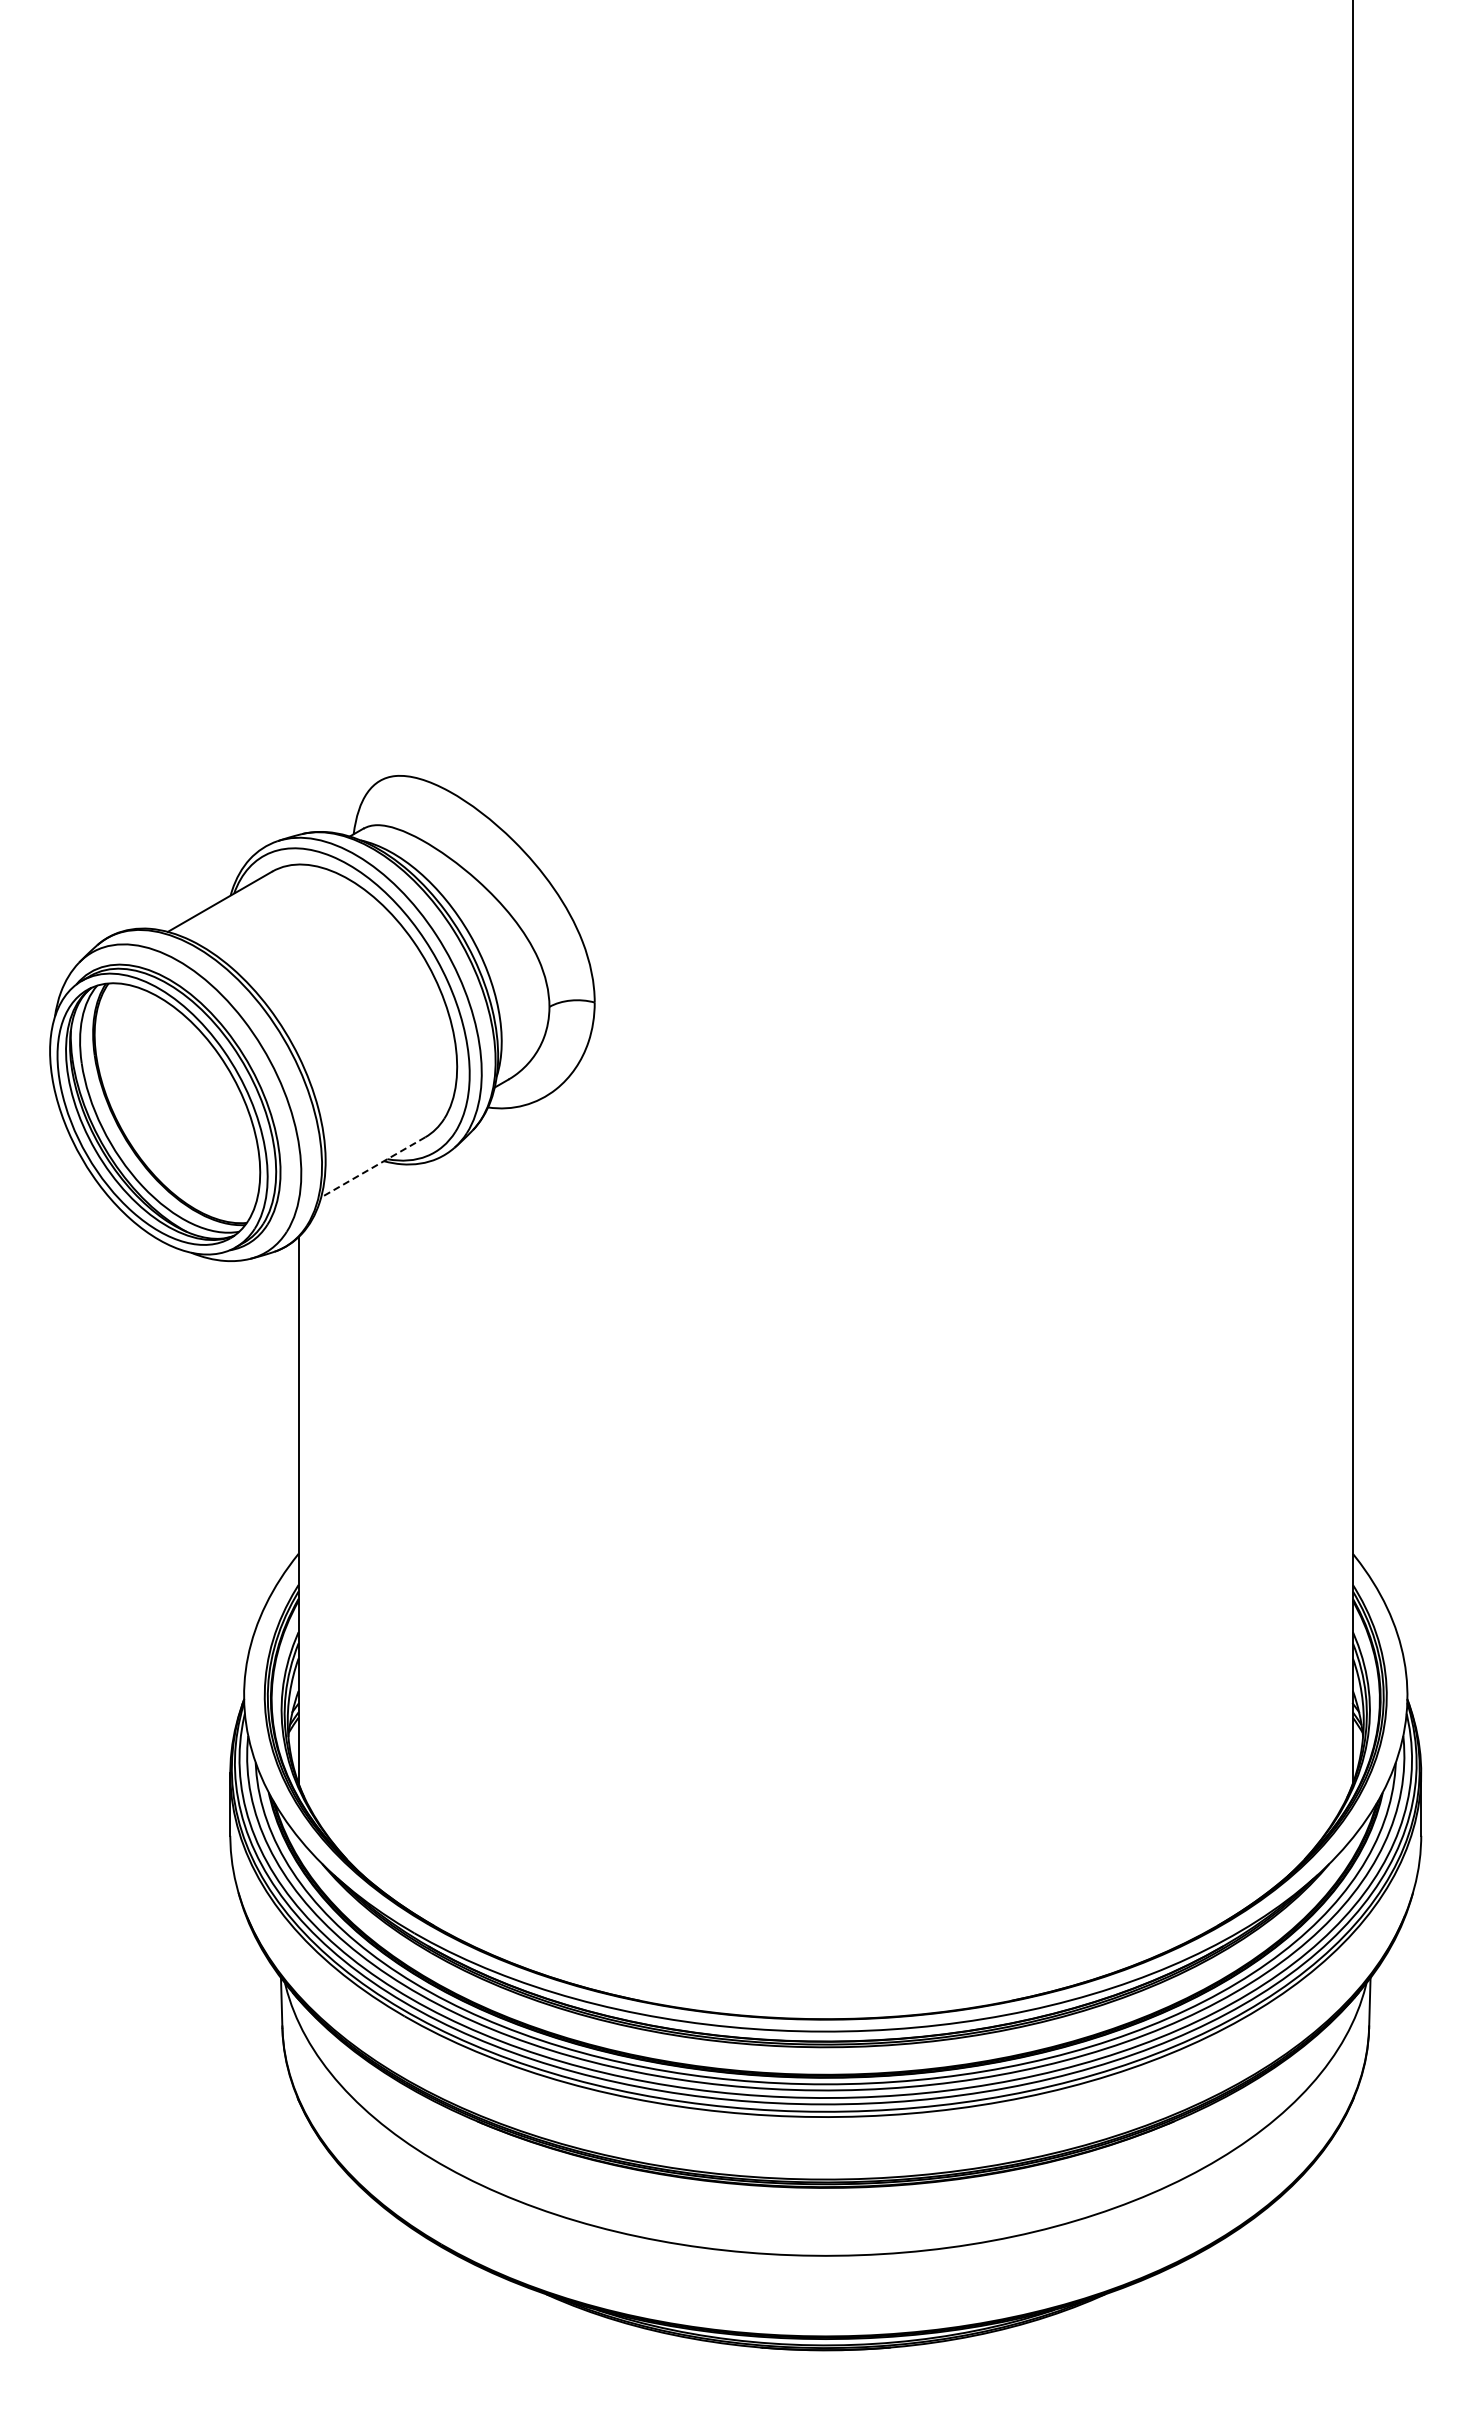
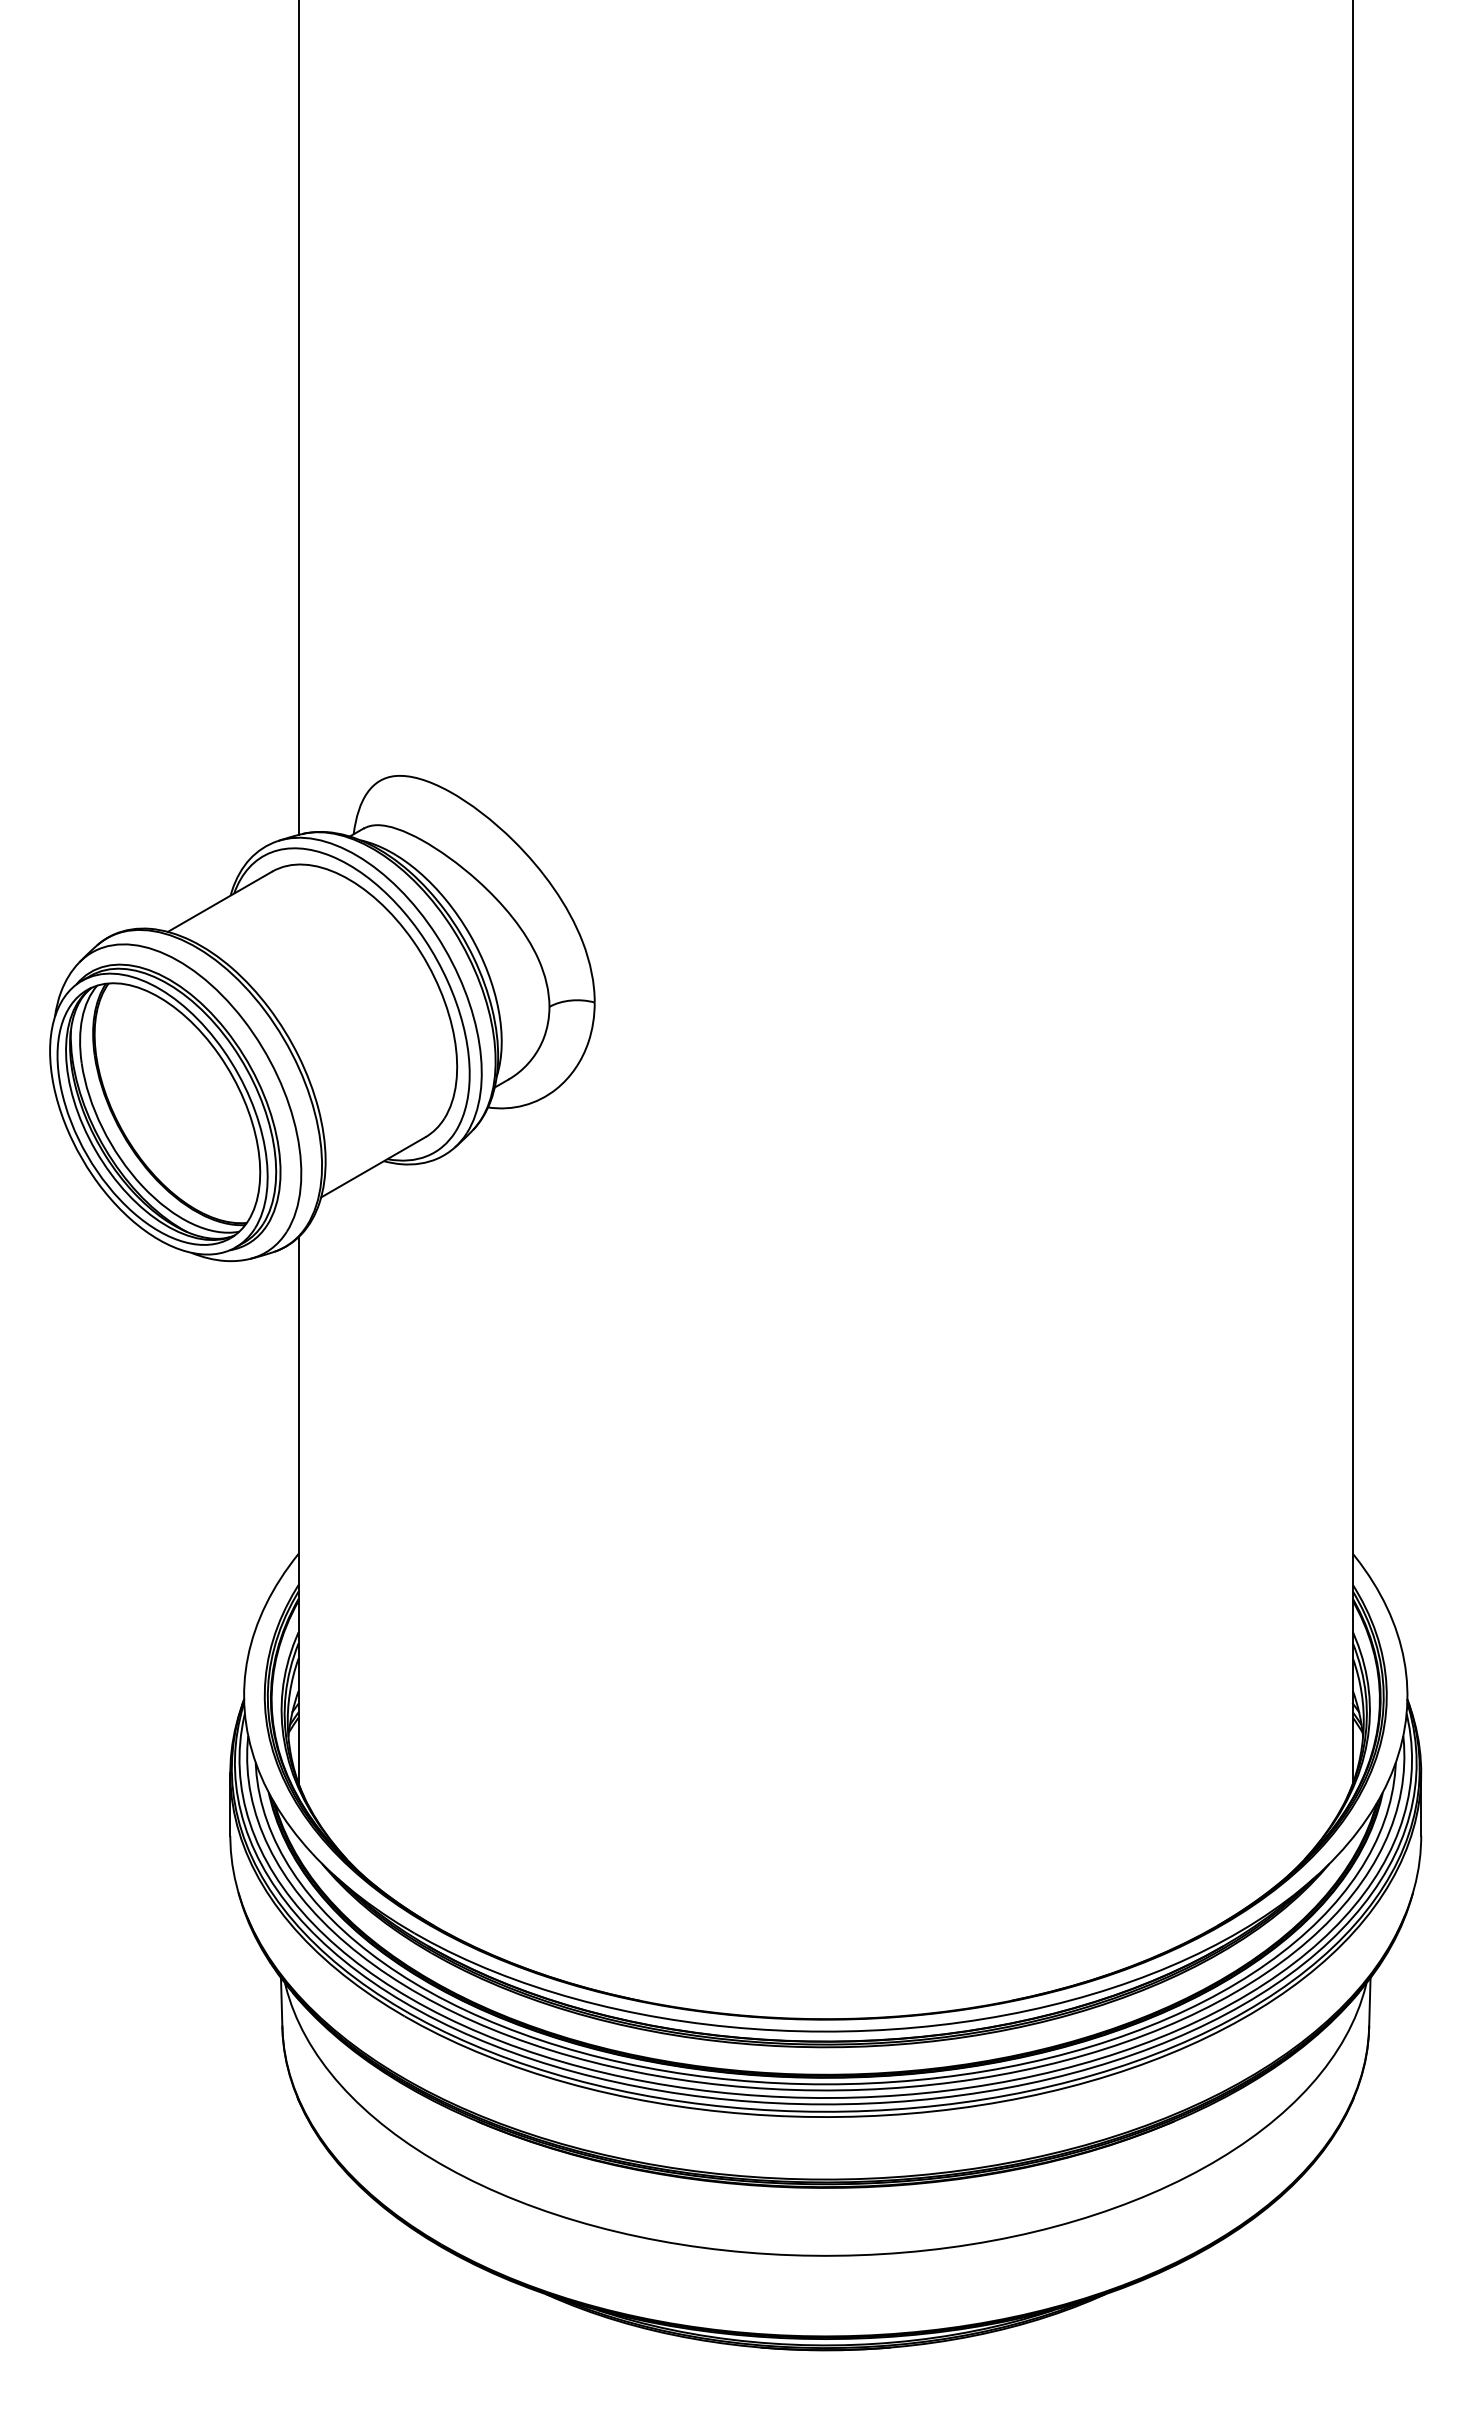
line at (298, 418): none -> present
line at (372, 1167): dashed -> solid
